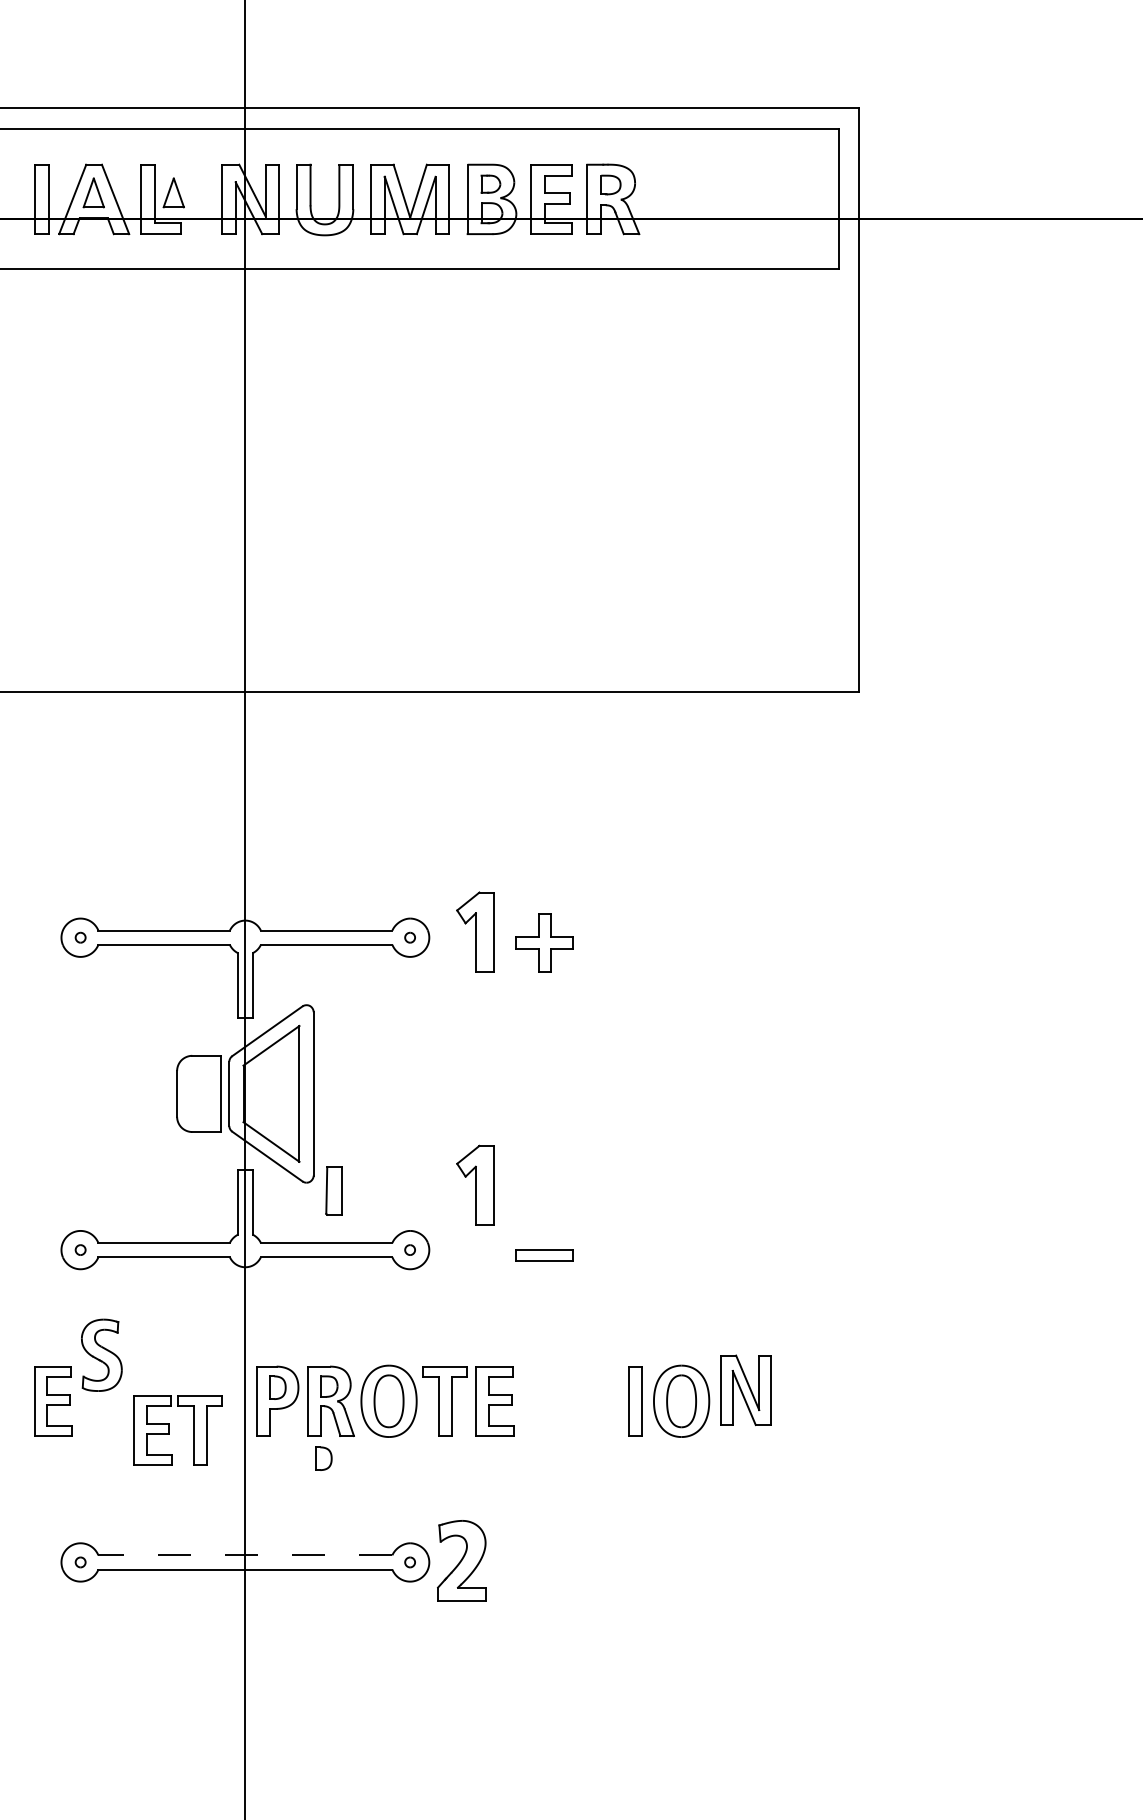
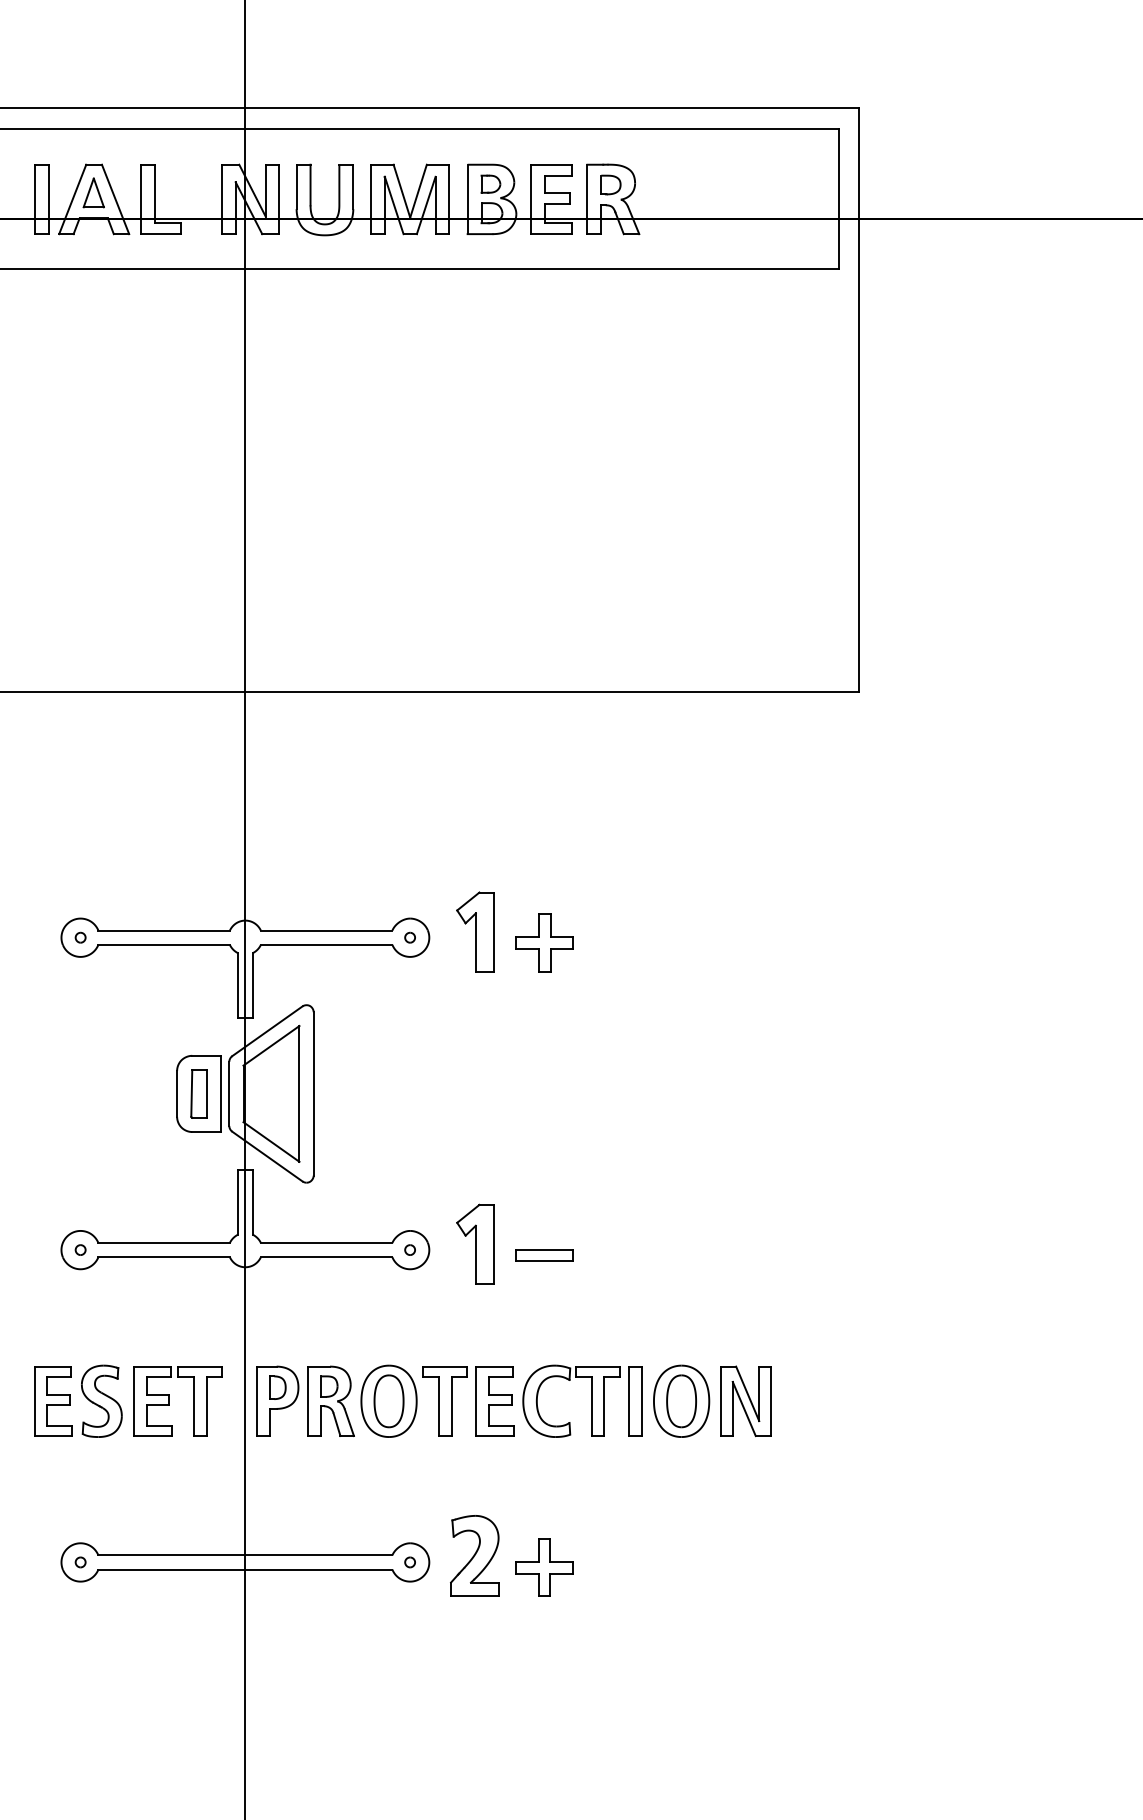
part at (173, 192): present -> none
part at (475, 1184) position: (475, 1184) -> (475, 1243)
part at (333, 1190) position: (333, 1190) -> (198, 1093)
part at (101, 1354) position: (101, 1354) -> (101, 1400)
part at (745, 1390) position: (745, 1390) -> (745, 1401)
part at (591, 1400): none -> present
part at (169, 1430) position: (169, 1430) -> (169, 1401)
part at (323, 1458): present -> none
line at (244, 1555): dashed -> solid
part at (461, 1560) position: (461, 1560) -> (474, 1555)
part at (544, 1567): none -> present
